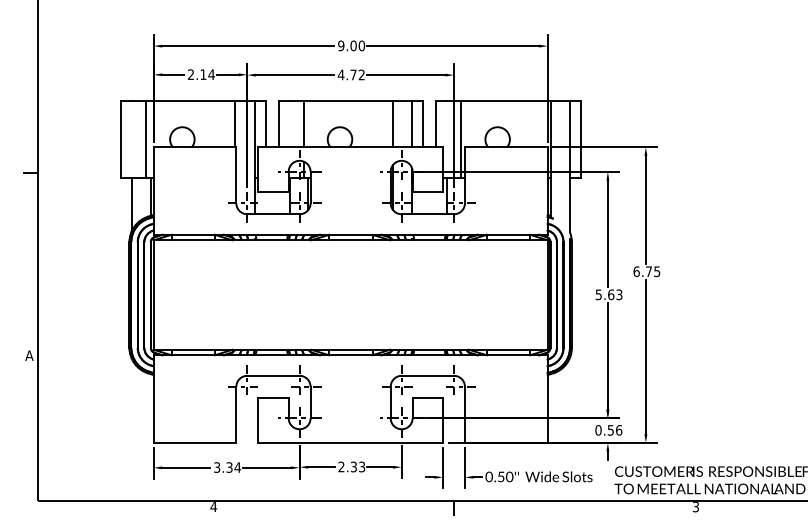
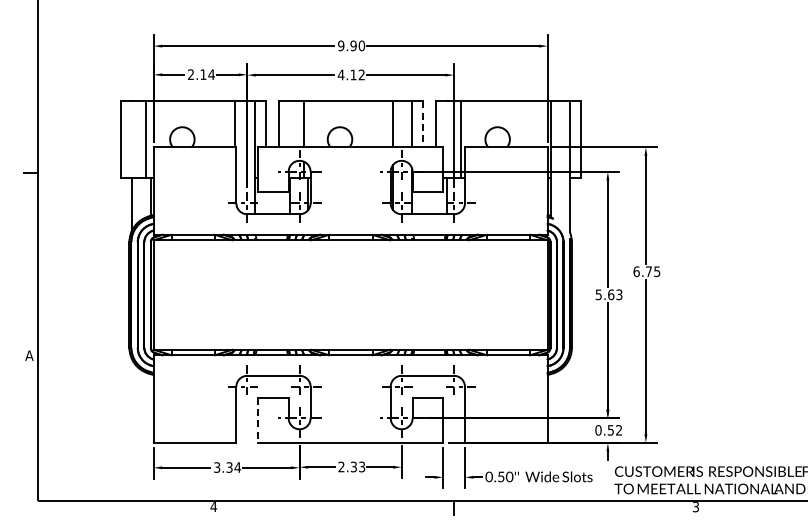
text at (353, 45): 9.00 -> 9.90
text at (353, 74): 4.72 -> 4.12
line at (423, 124): solid -> dashed
line at (258, 420): solid -> dashed
text at (619, 430): 0.56 -> 0.52
